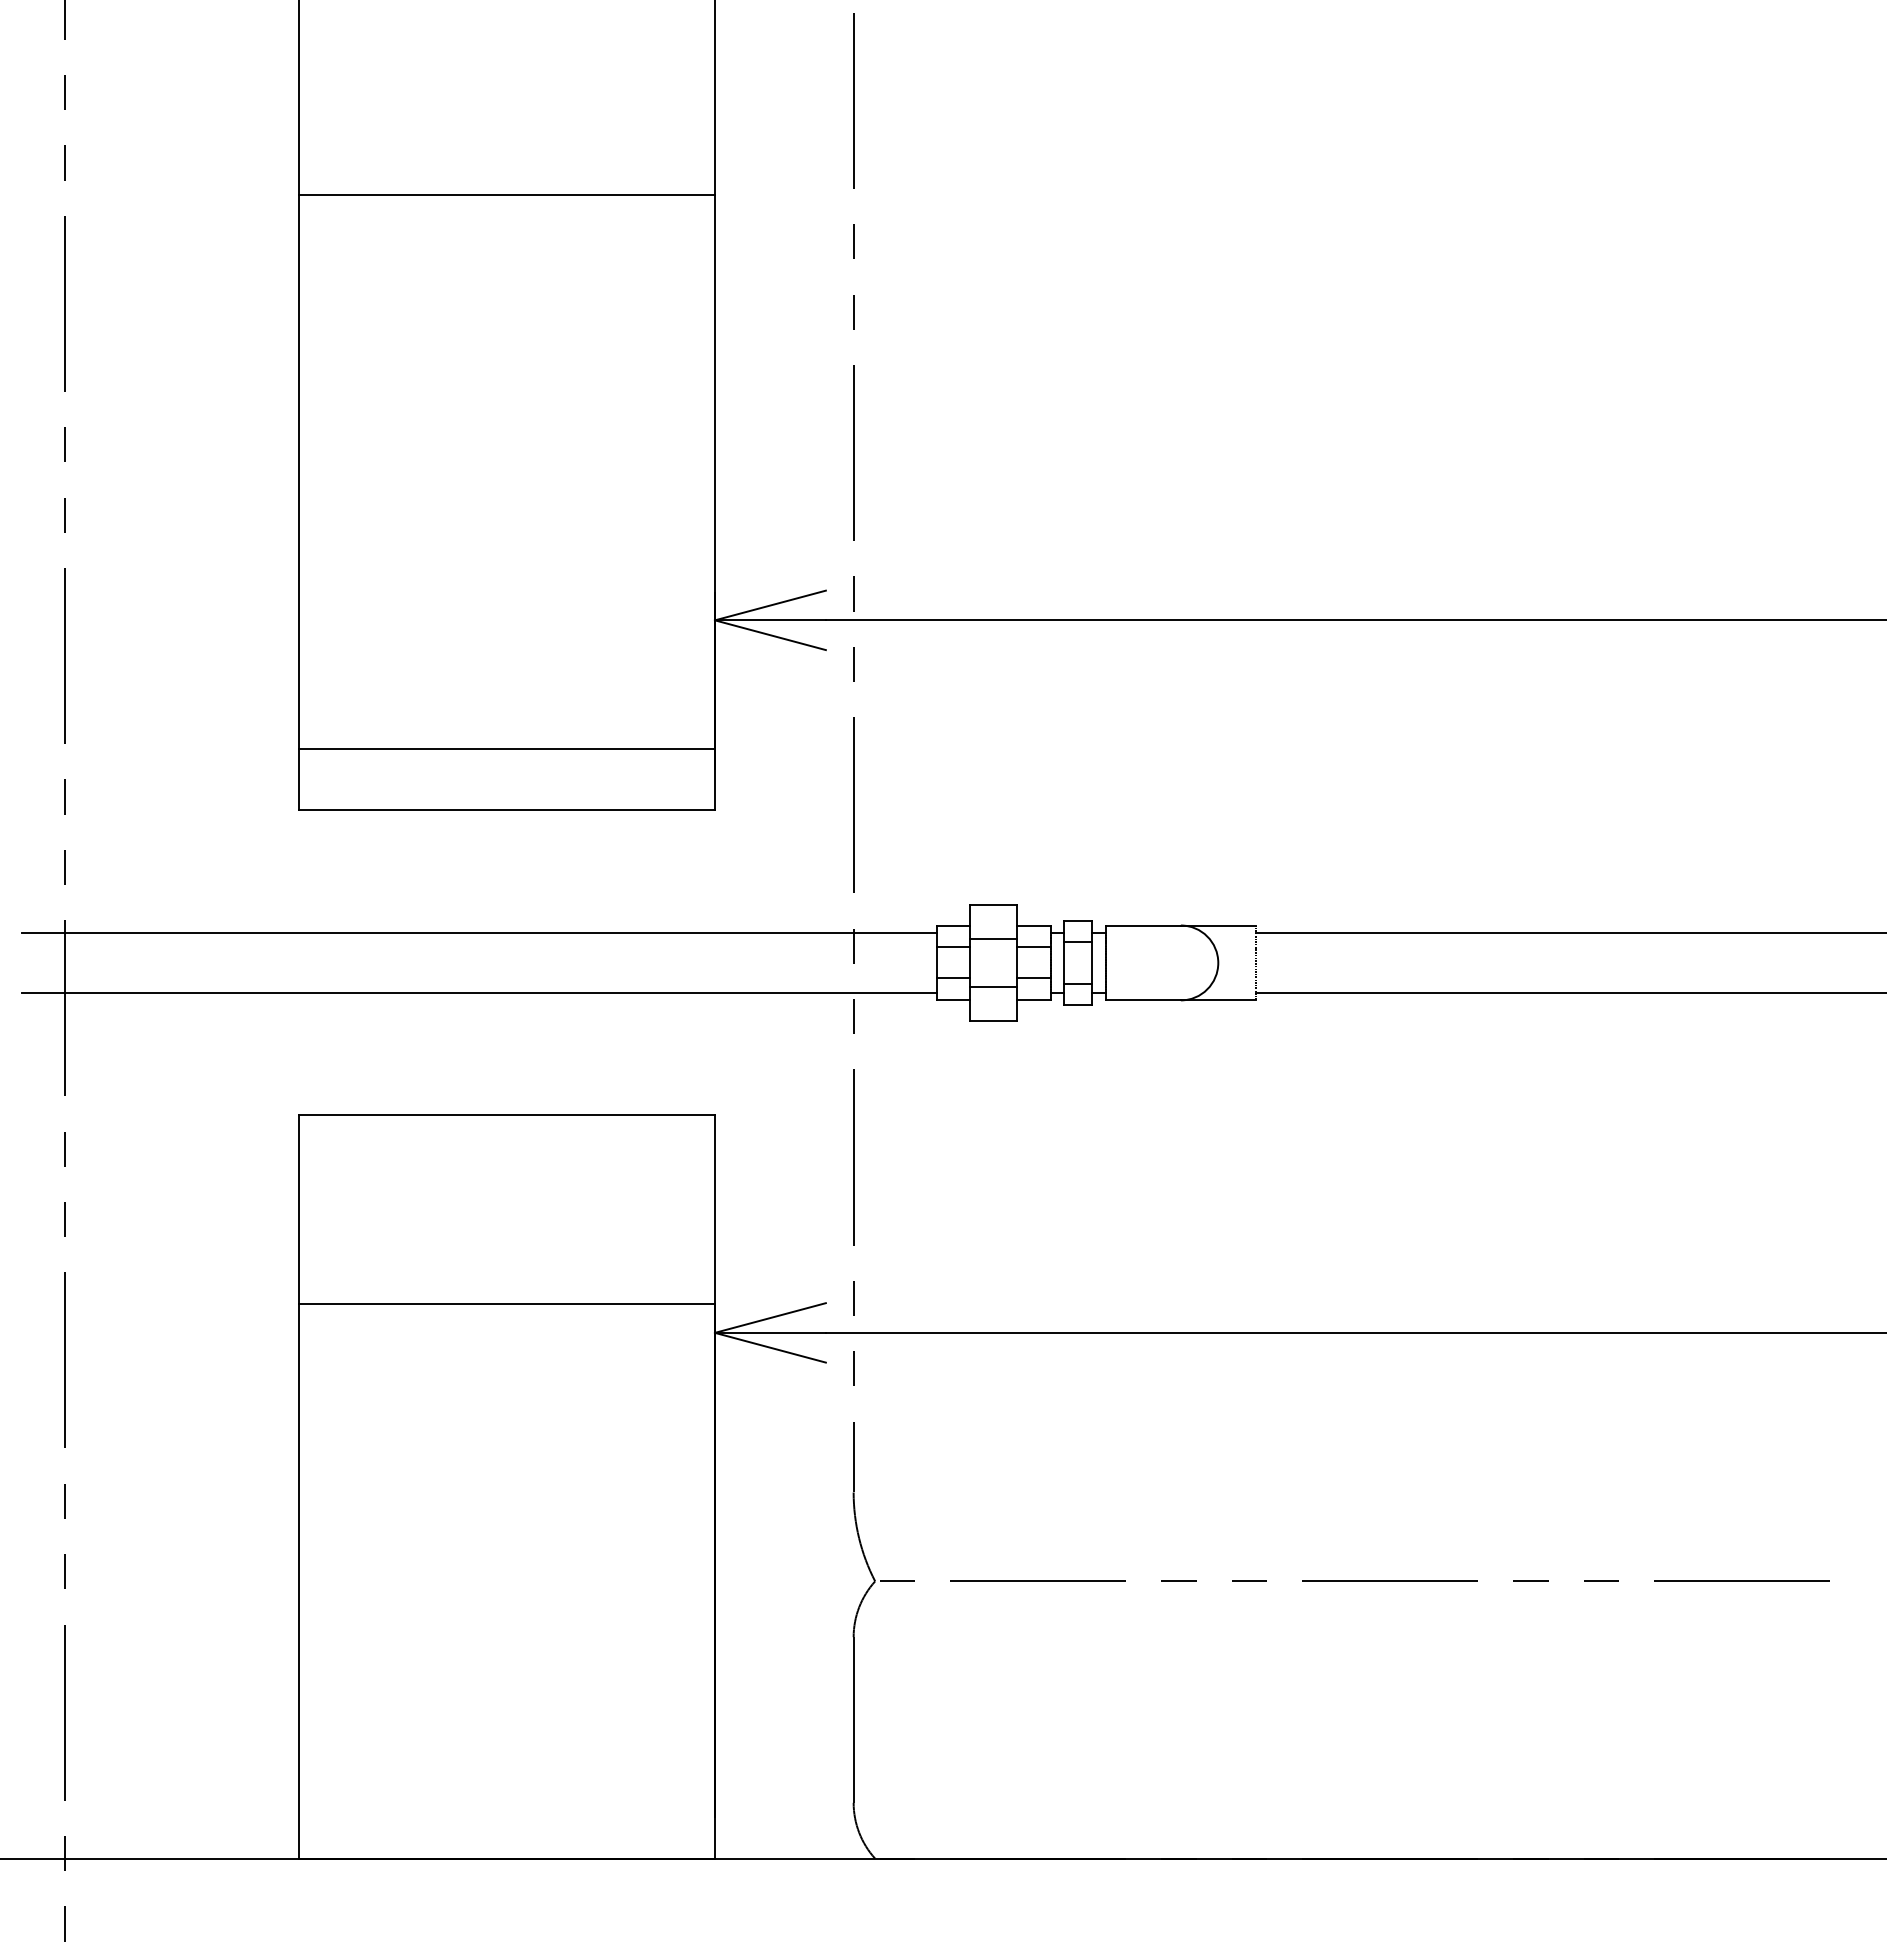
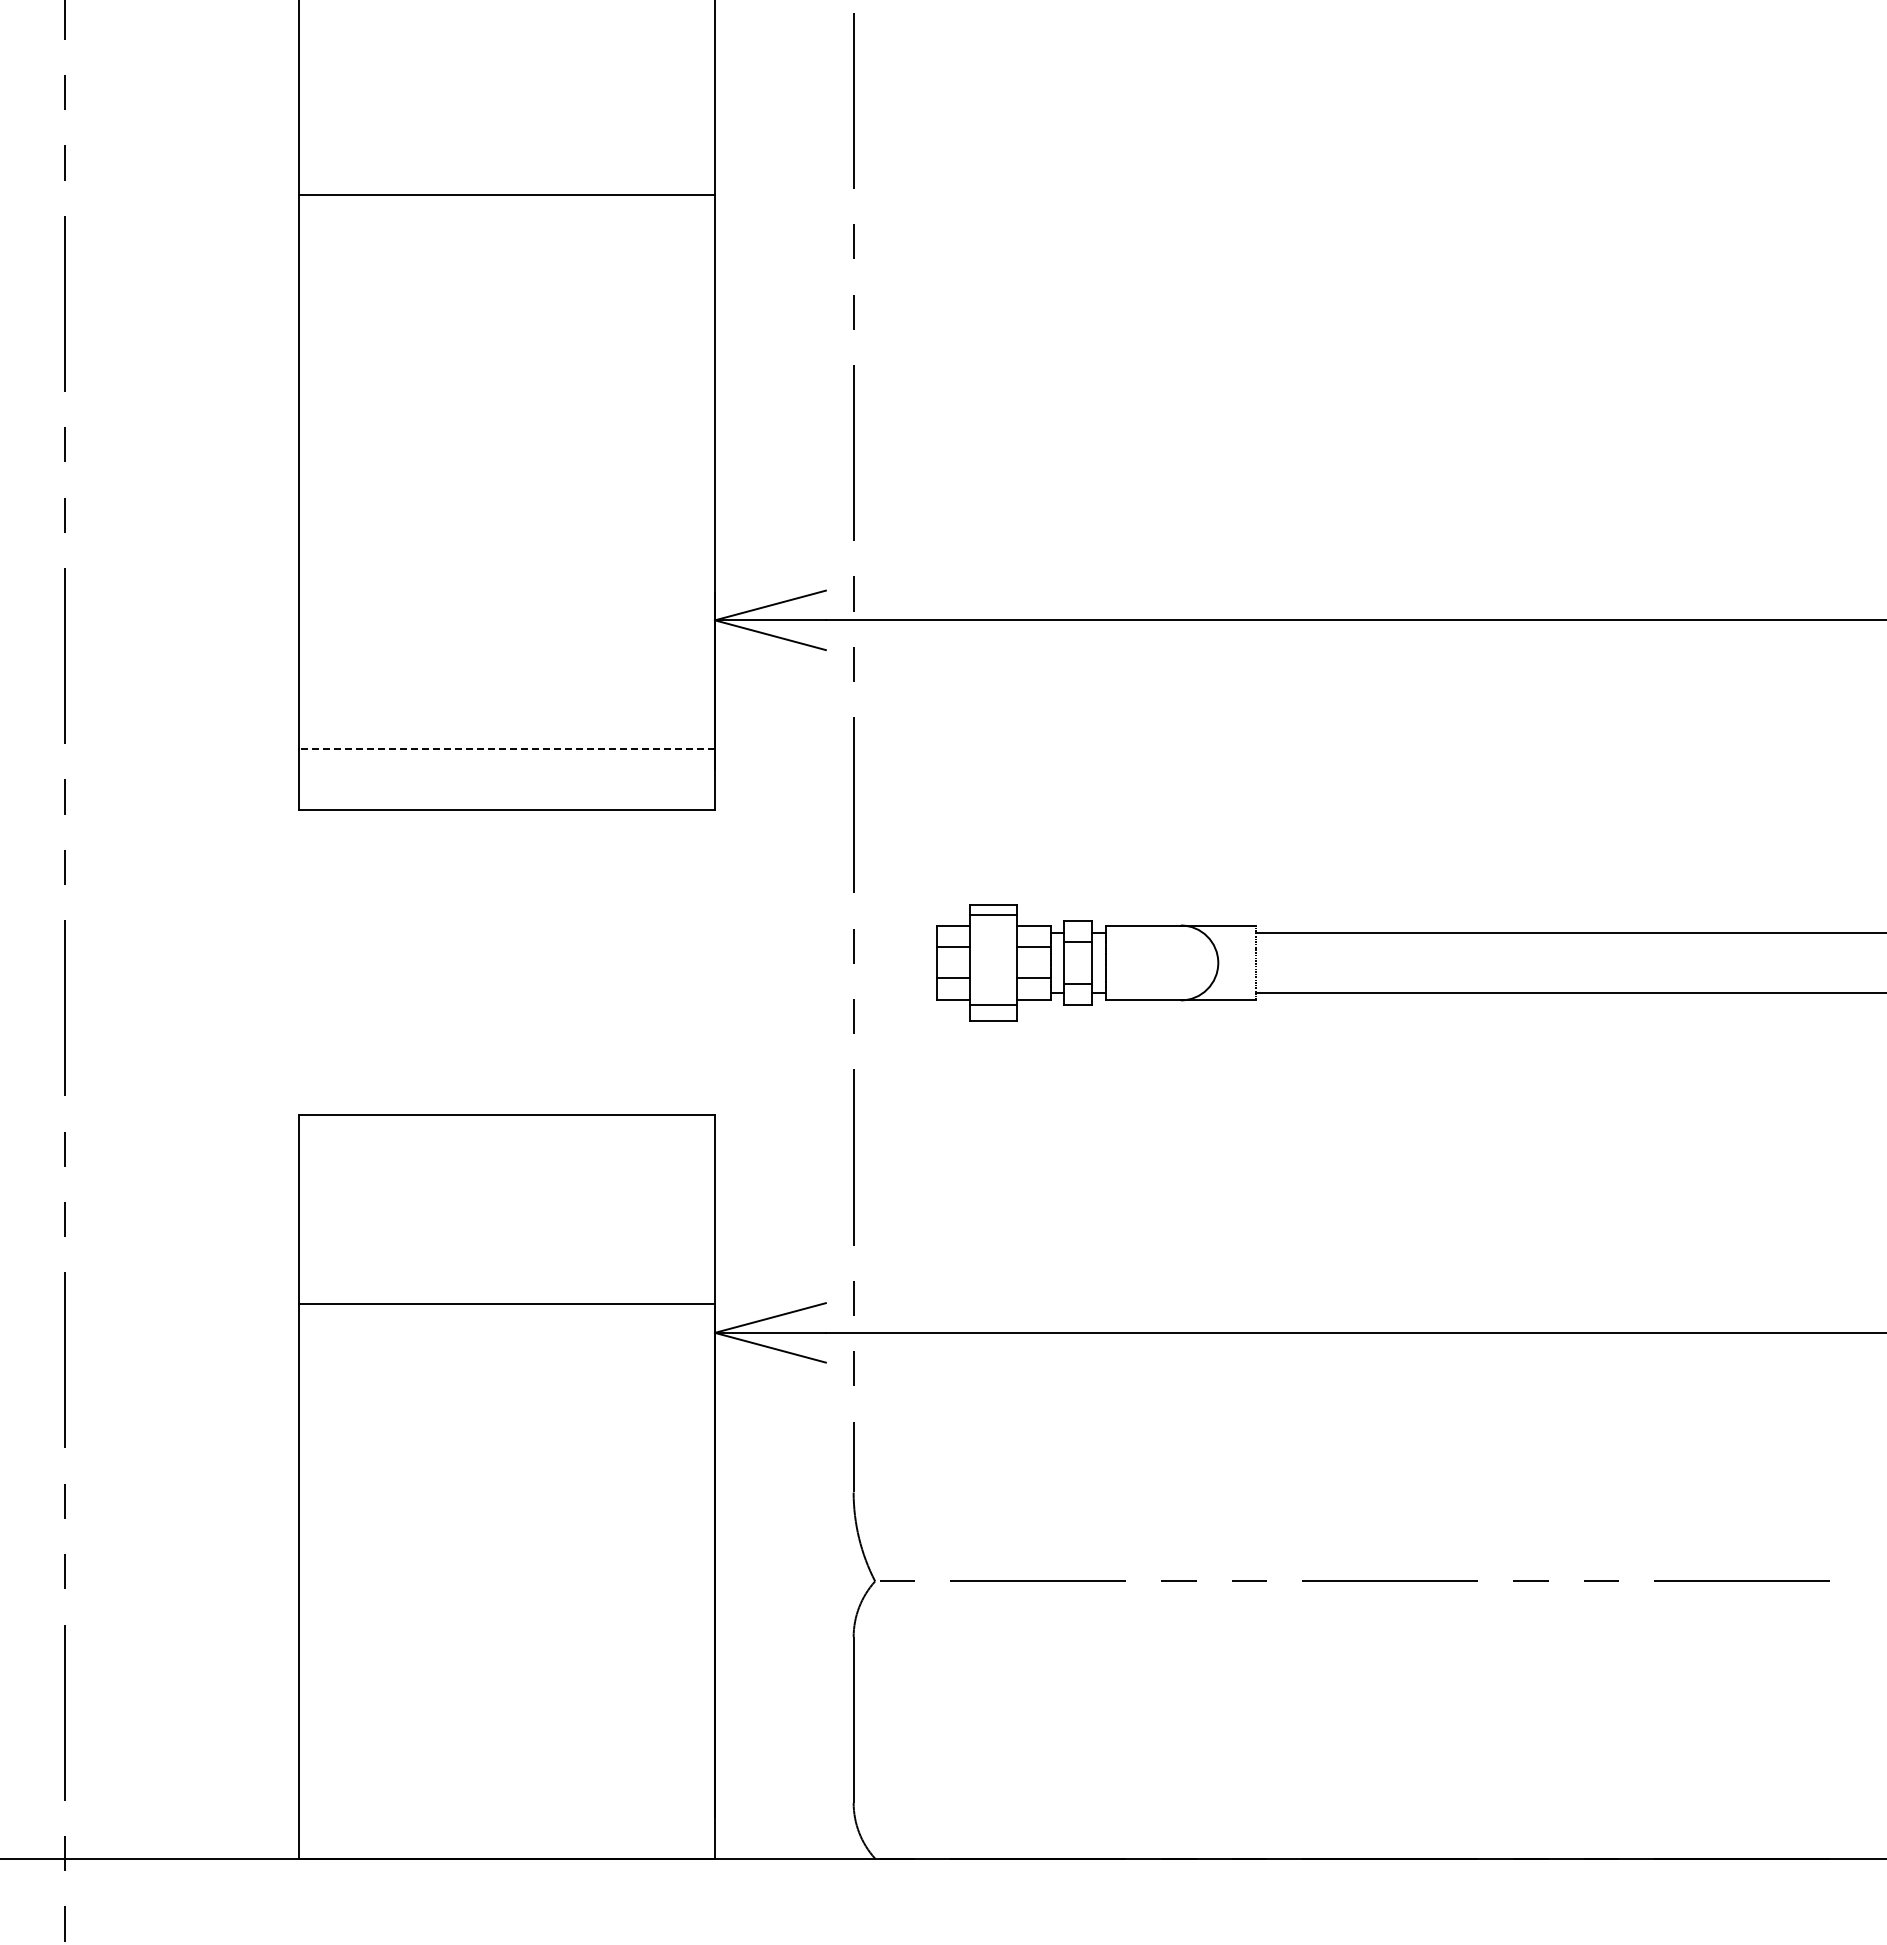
line at (507, 749): solid -> dashed
line at (478, 932): present -> none
line at (993, 938) position: (993, 938) -> (993, 914)
line at (993, 987) position: (993, 987) -> (993, 1005)
line at (478, 993): present -> none
